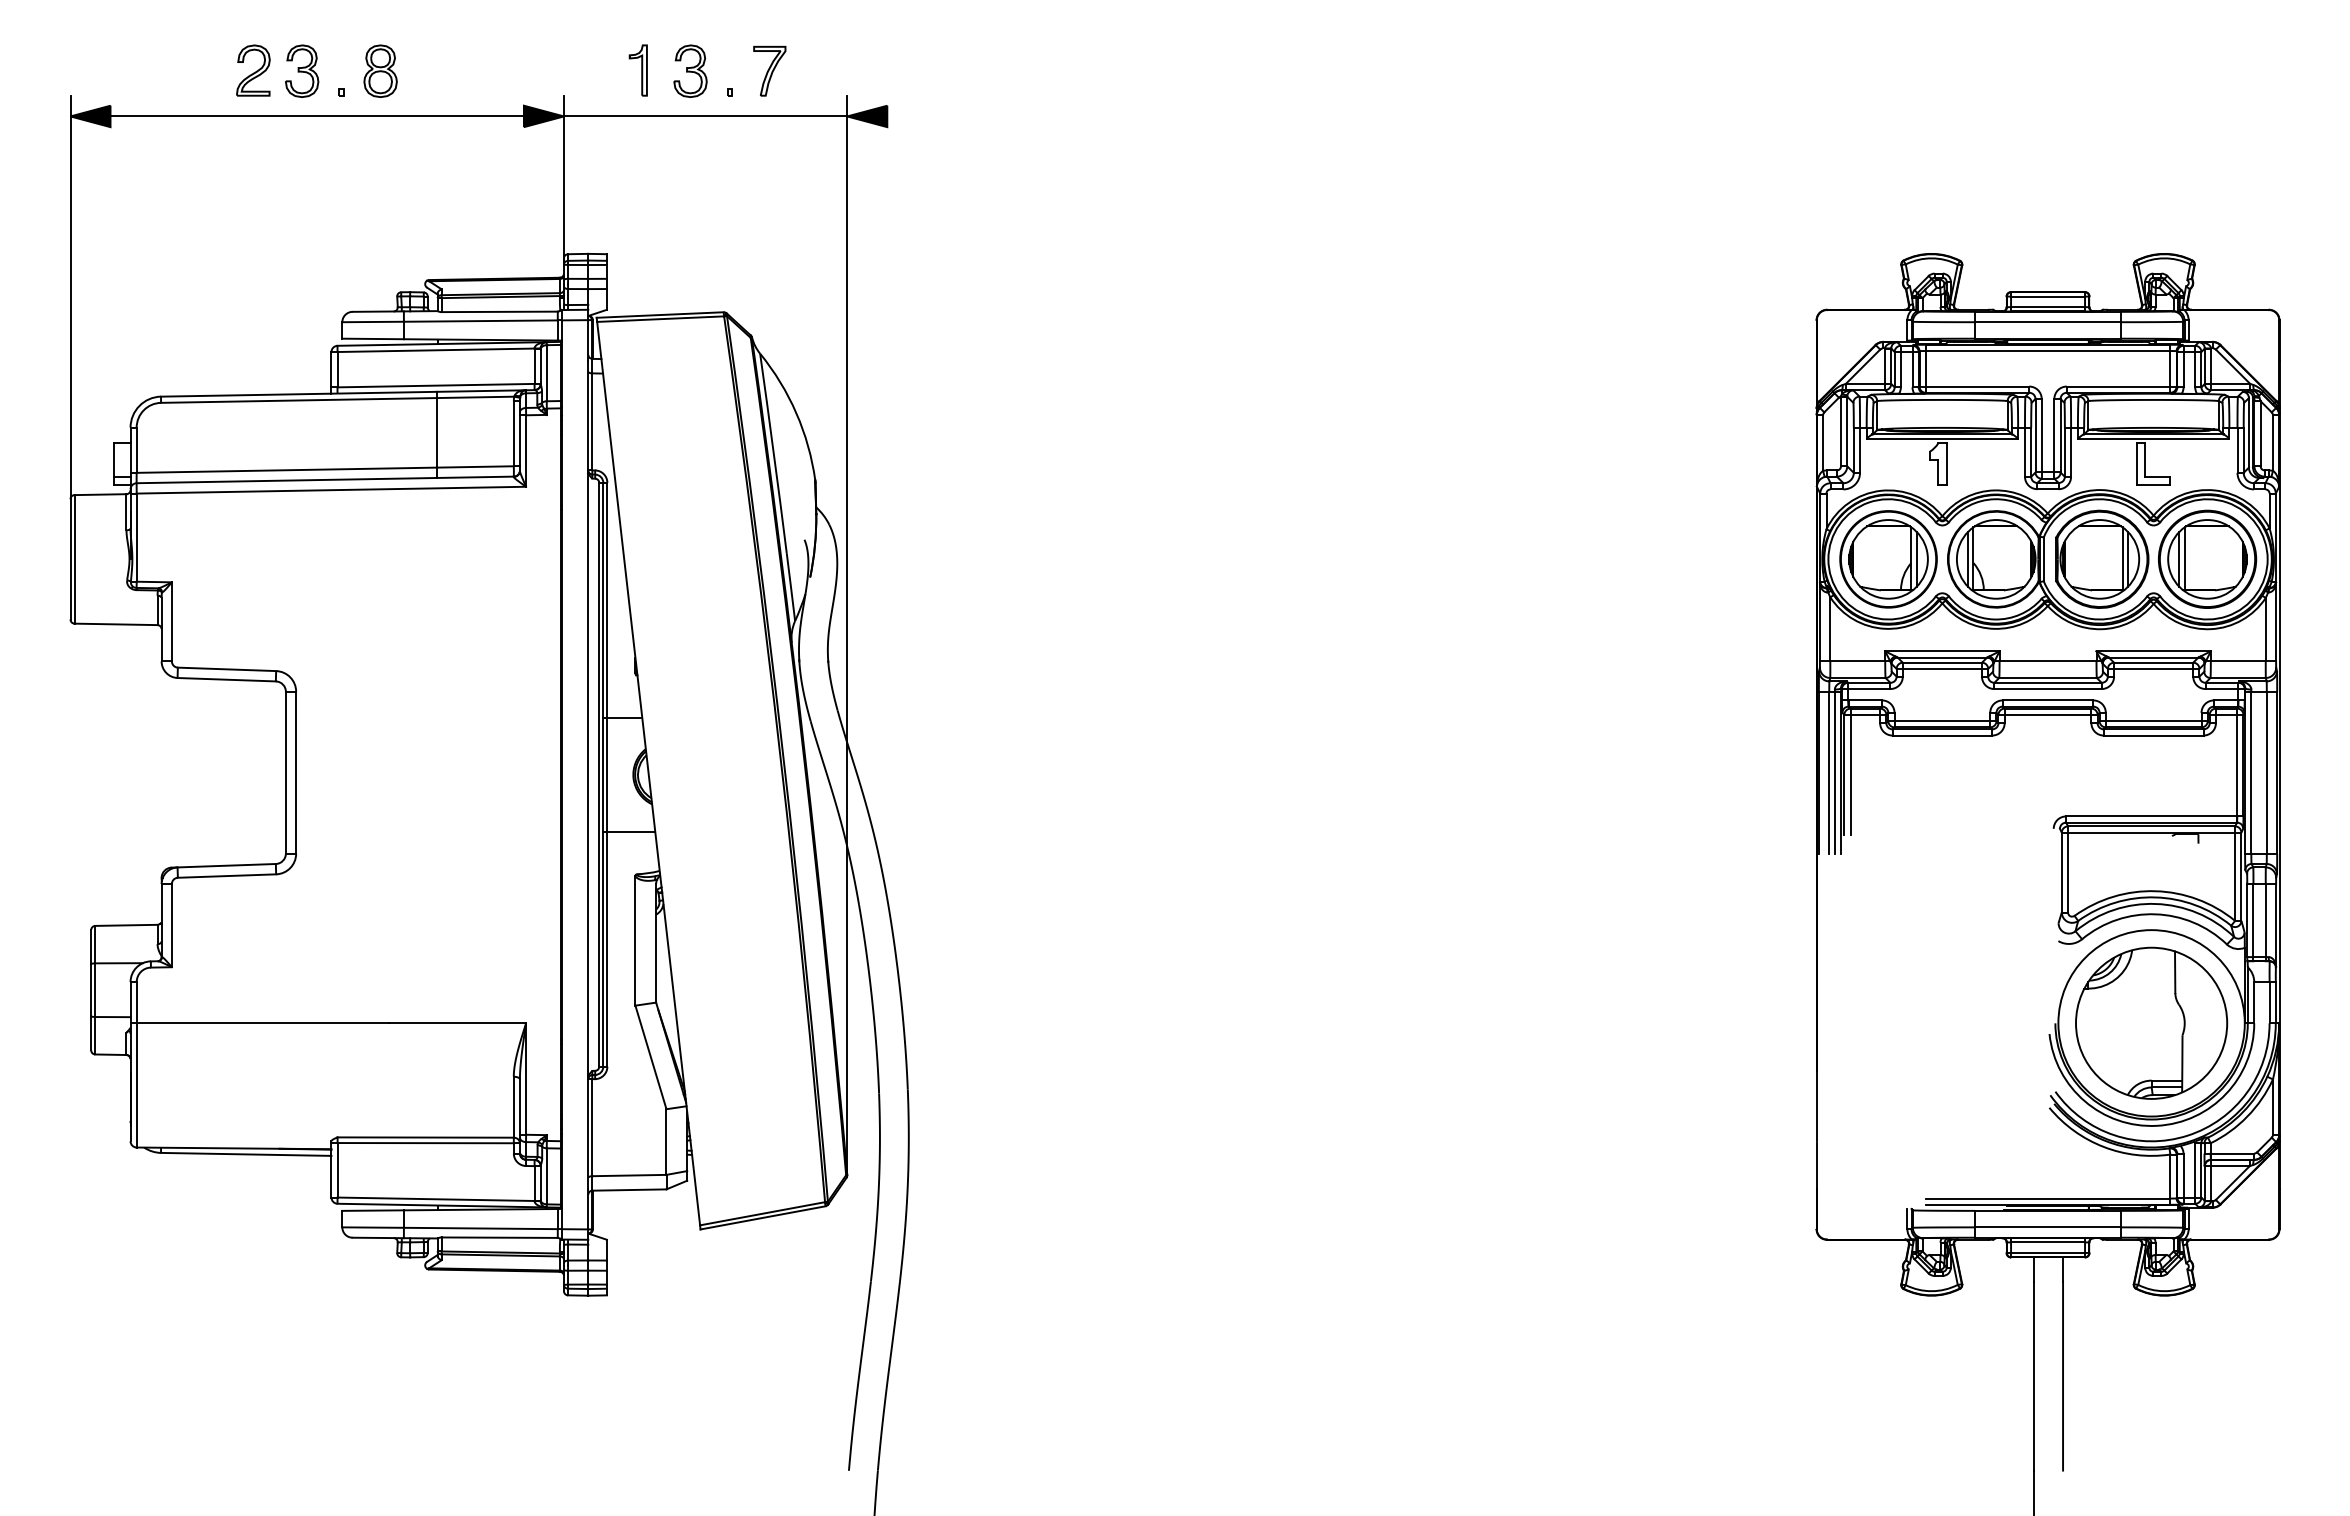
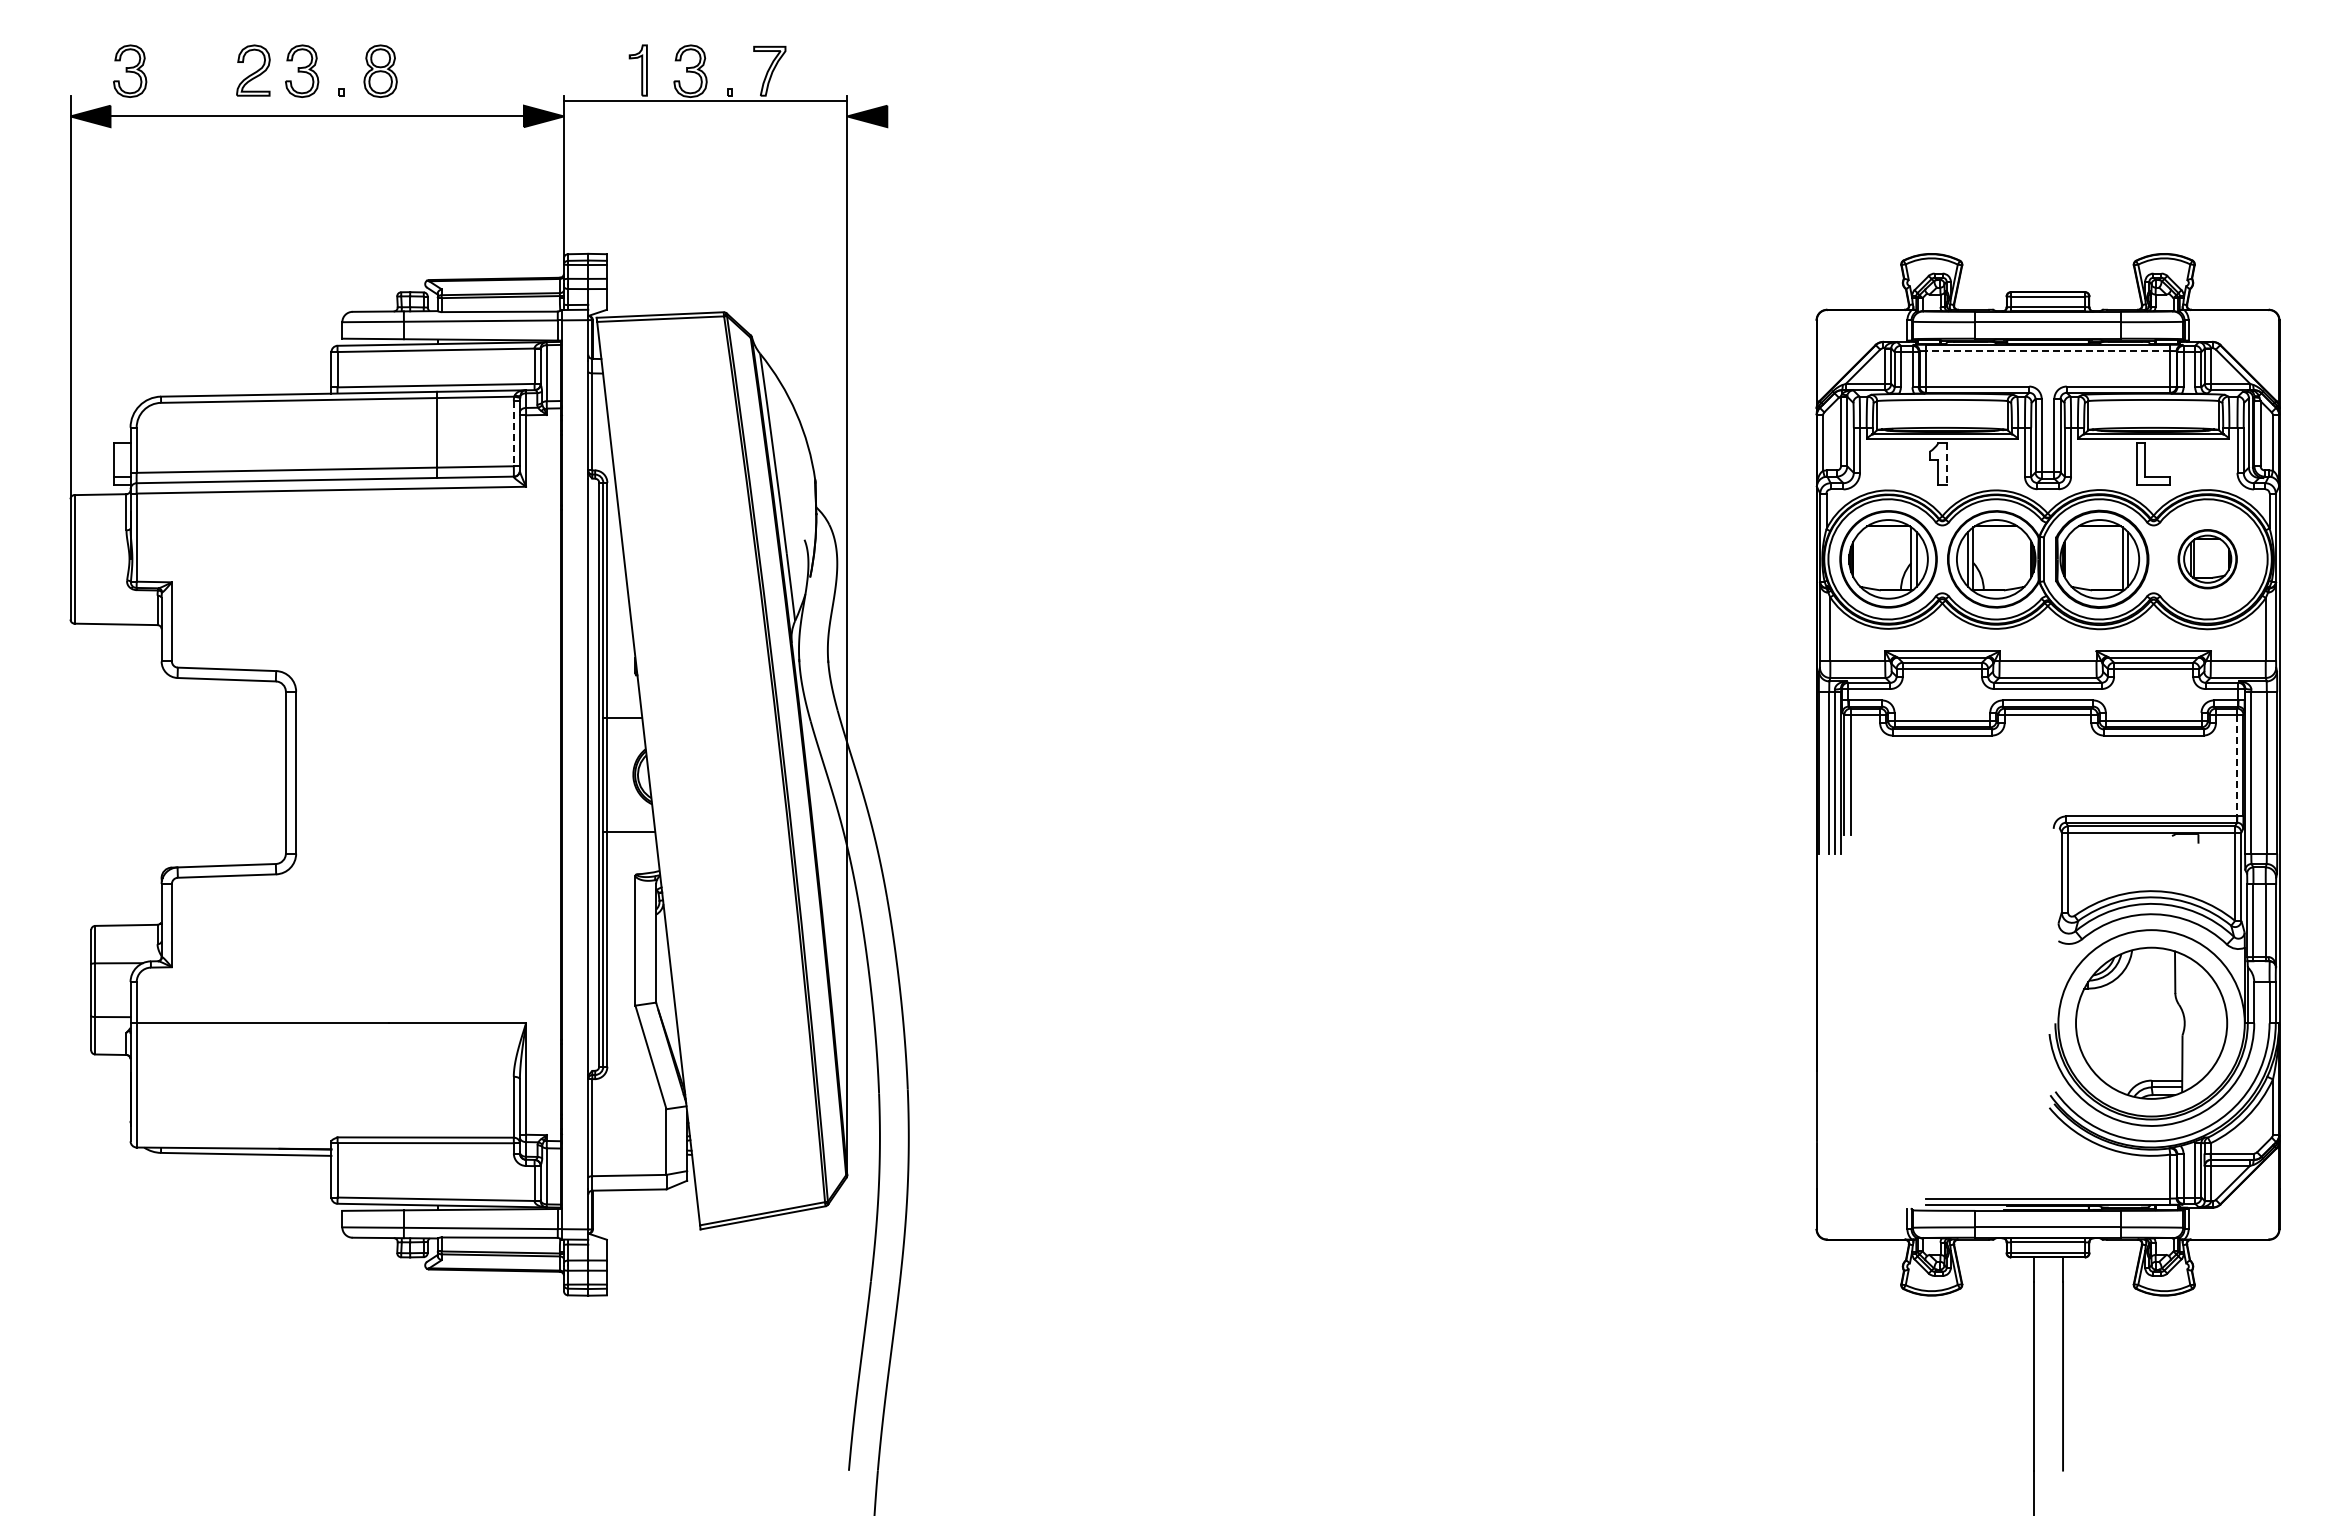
part at (130, 70): none -> present
line at (705, 116) position: (705, 116) -> (705, 101)
line at (2047, 351): solid -> dashed
line at (513, 433): solid -> dashed
line at (1946, 464): solid -> dashed
part at (2207, 558) size: 100x100 px -> 61x61 px
line at (2237, 765): solid -> dashed
